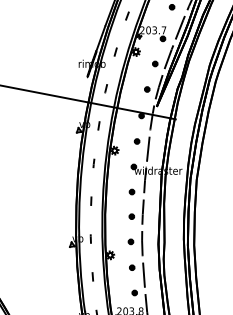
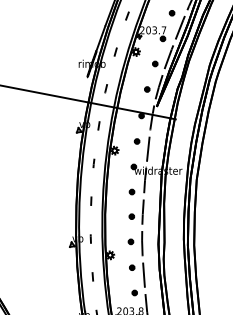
part at (171, 7) position: (171, 7) -> (171, 13)
